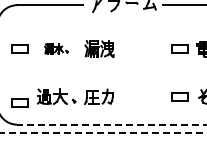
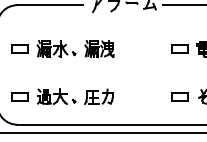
part at (56, 48) size: 25x12 px -> 41x18 px
part at (19, 102) position: (19, 102) -> (19, 96)
line at (111, 124): dashed -> solid
line at (103, 132): dashed -> solid
